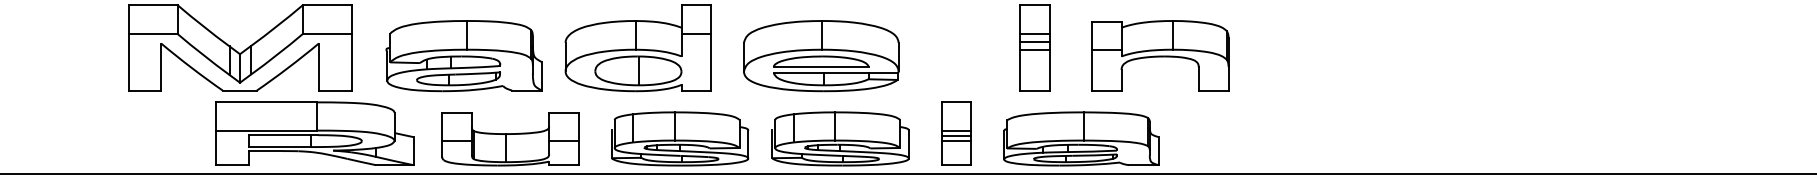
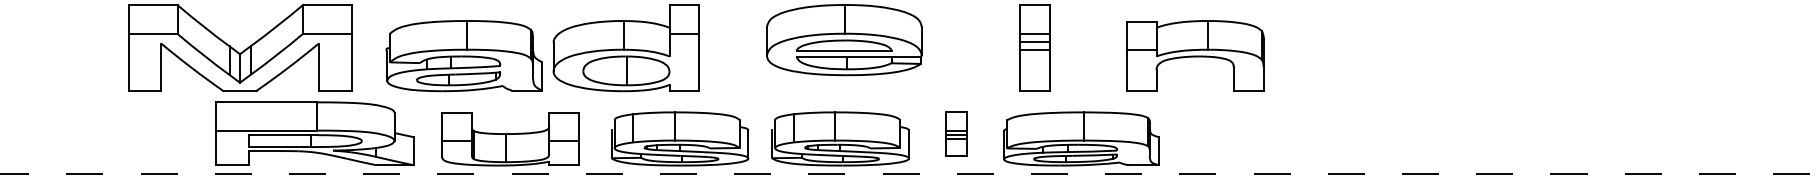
part at (637, 48) position: (637, 48) -> (625, 48)
part at (1160, 55) position: (1160, 55) -> (1195, 55)
part at (821, 56) position: (821, 56) -> (844, 40)
part at (956, 133) size: 31x65 px -> 23x46 px
line at (907, 173): solid -> dashed
